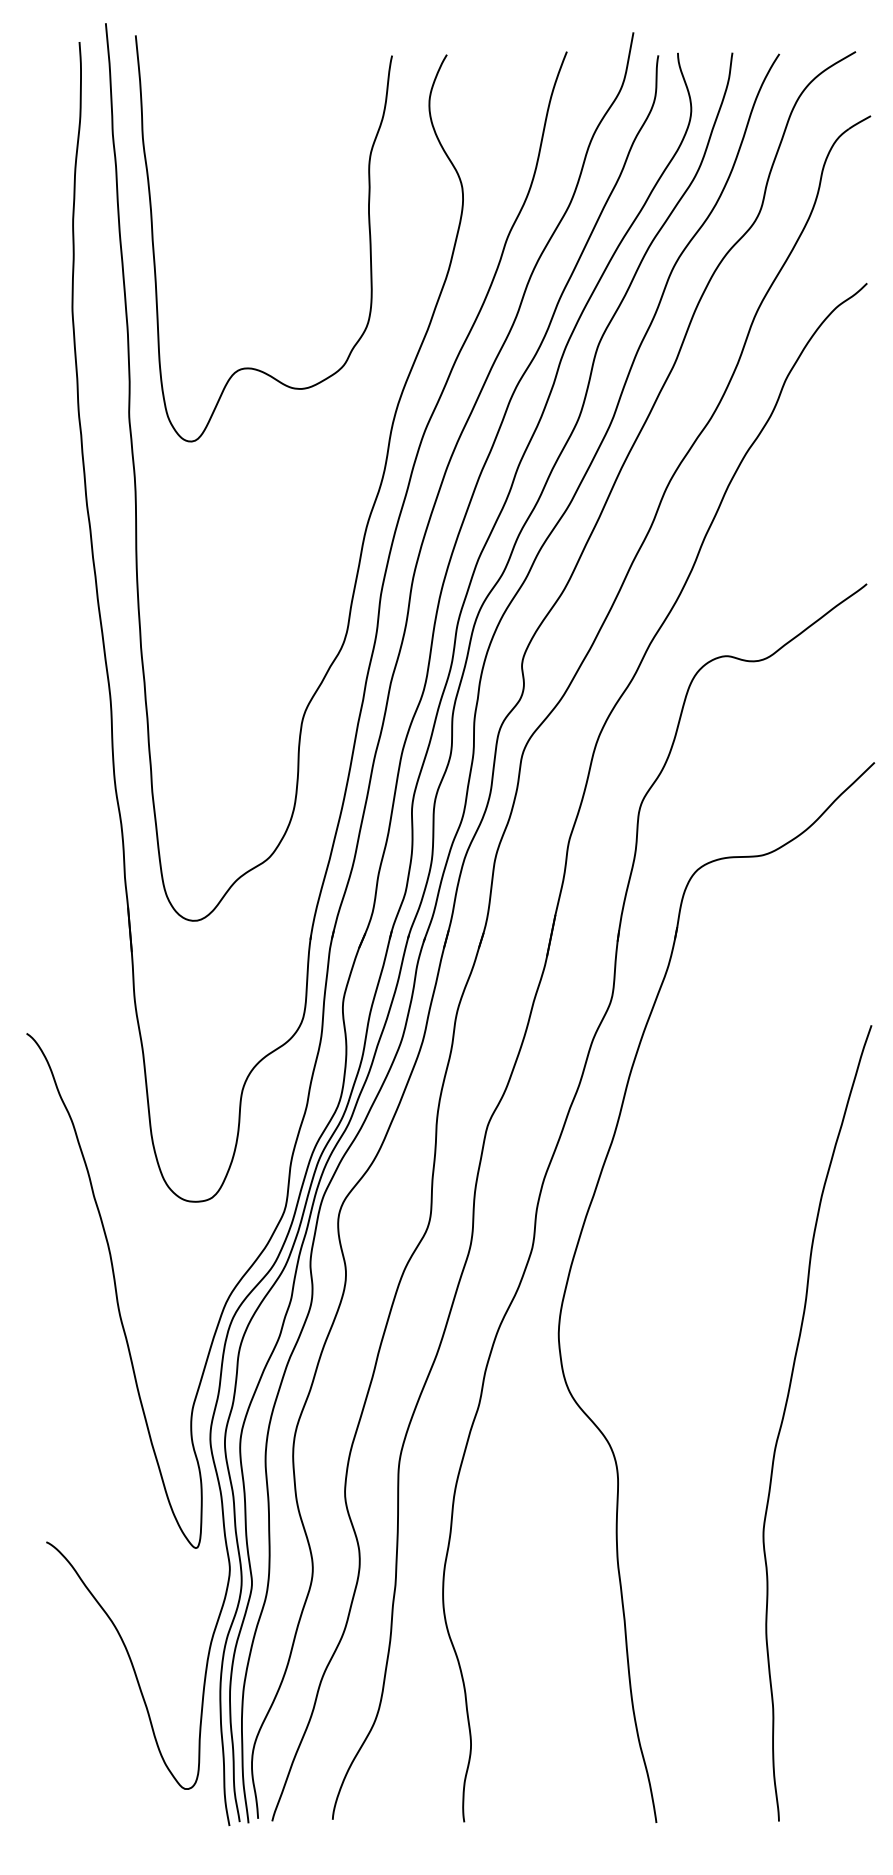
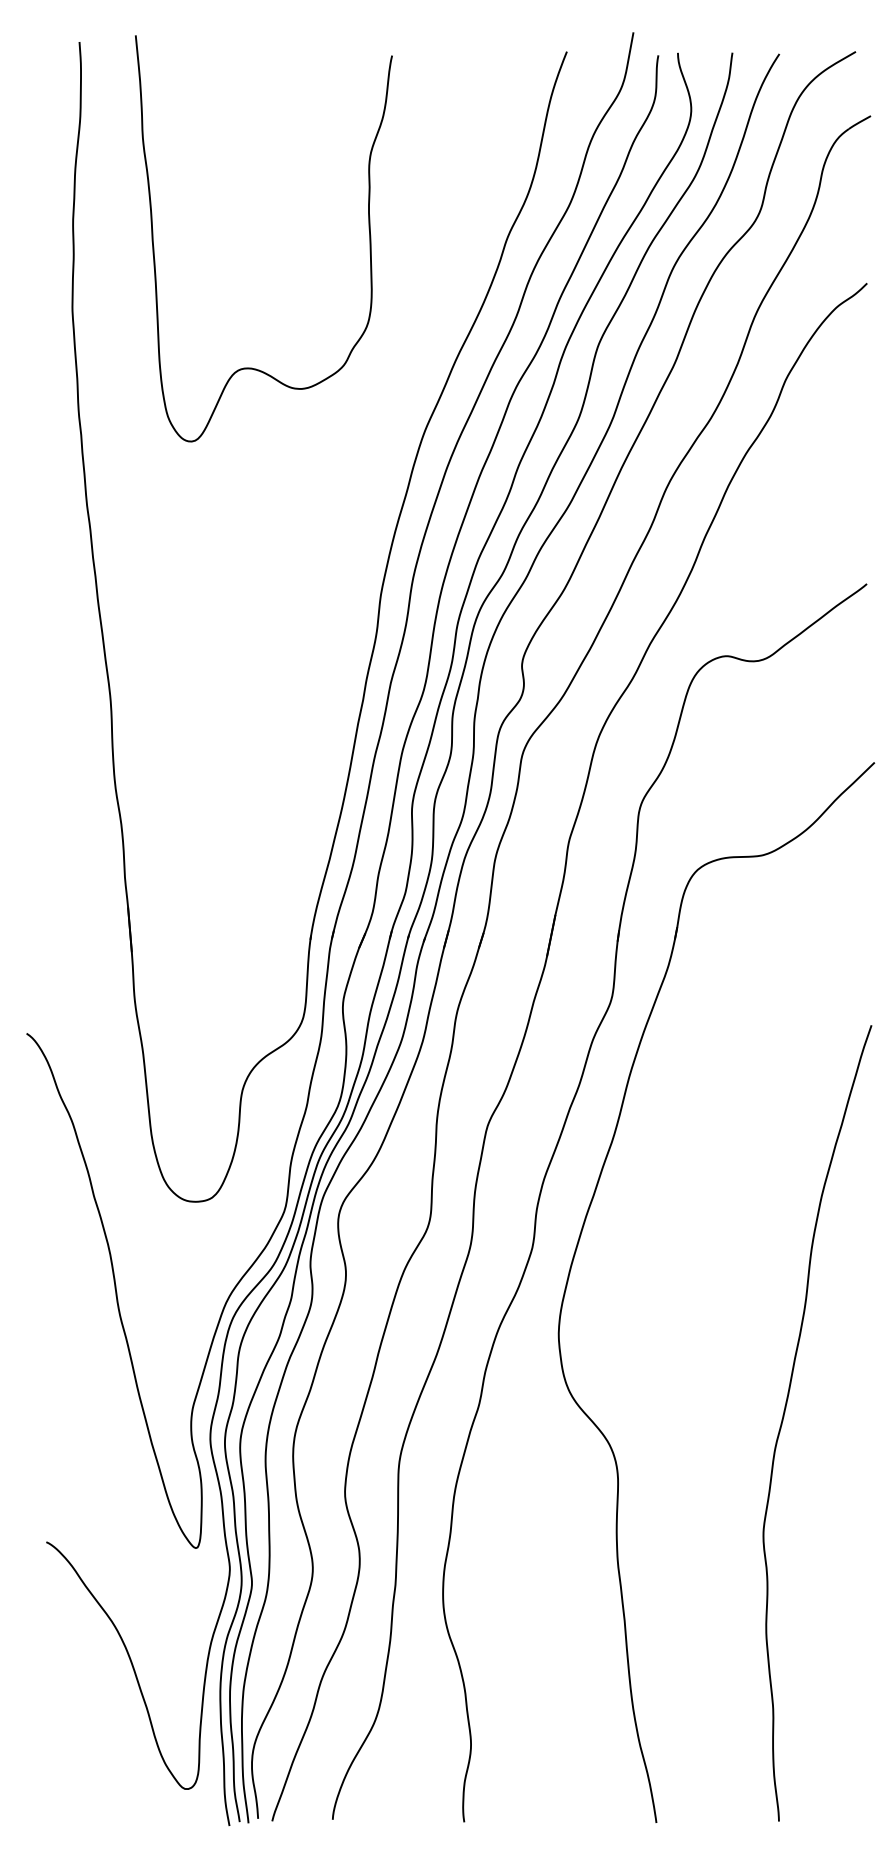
curve at (373, 502): present -> none
